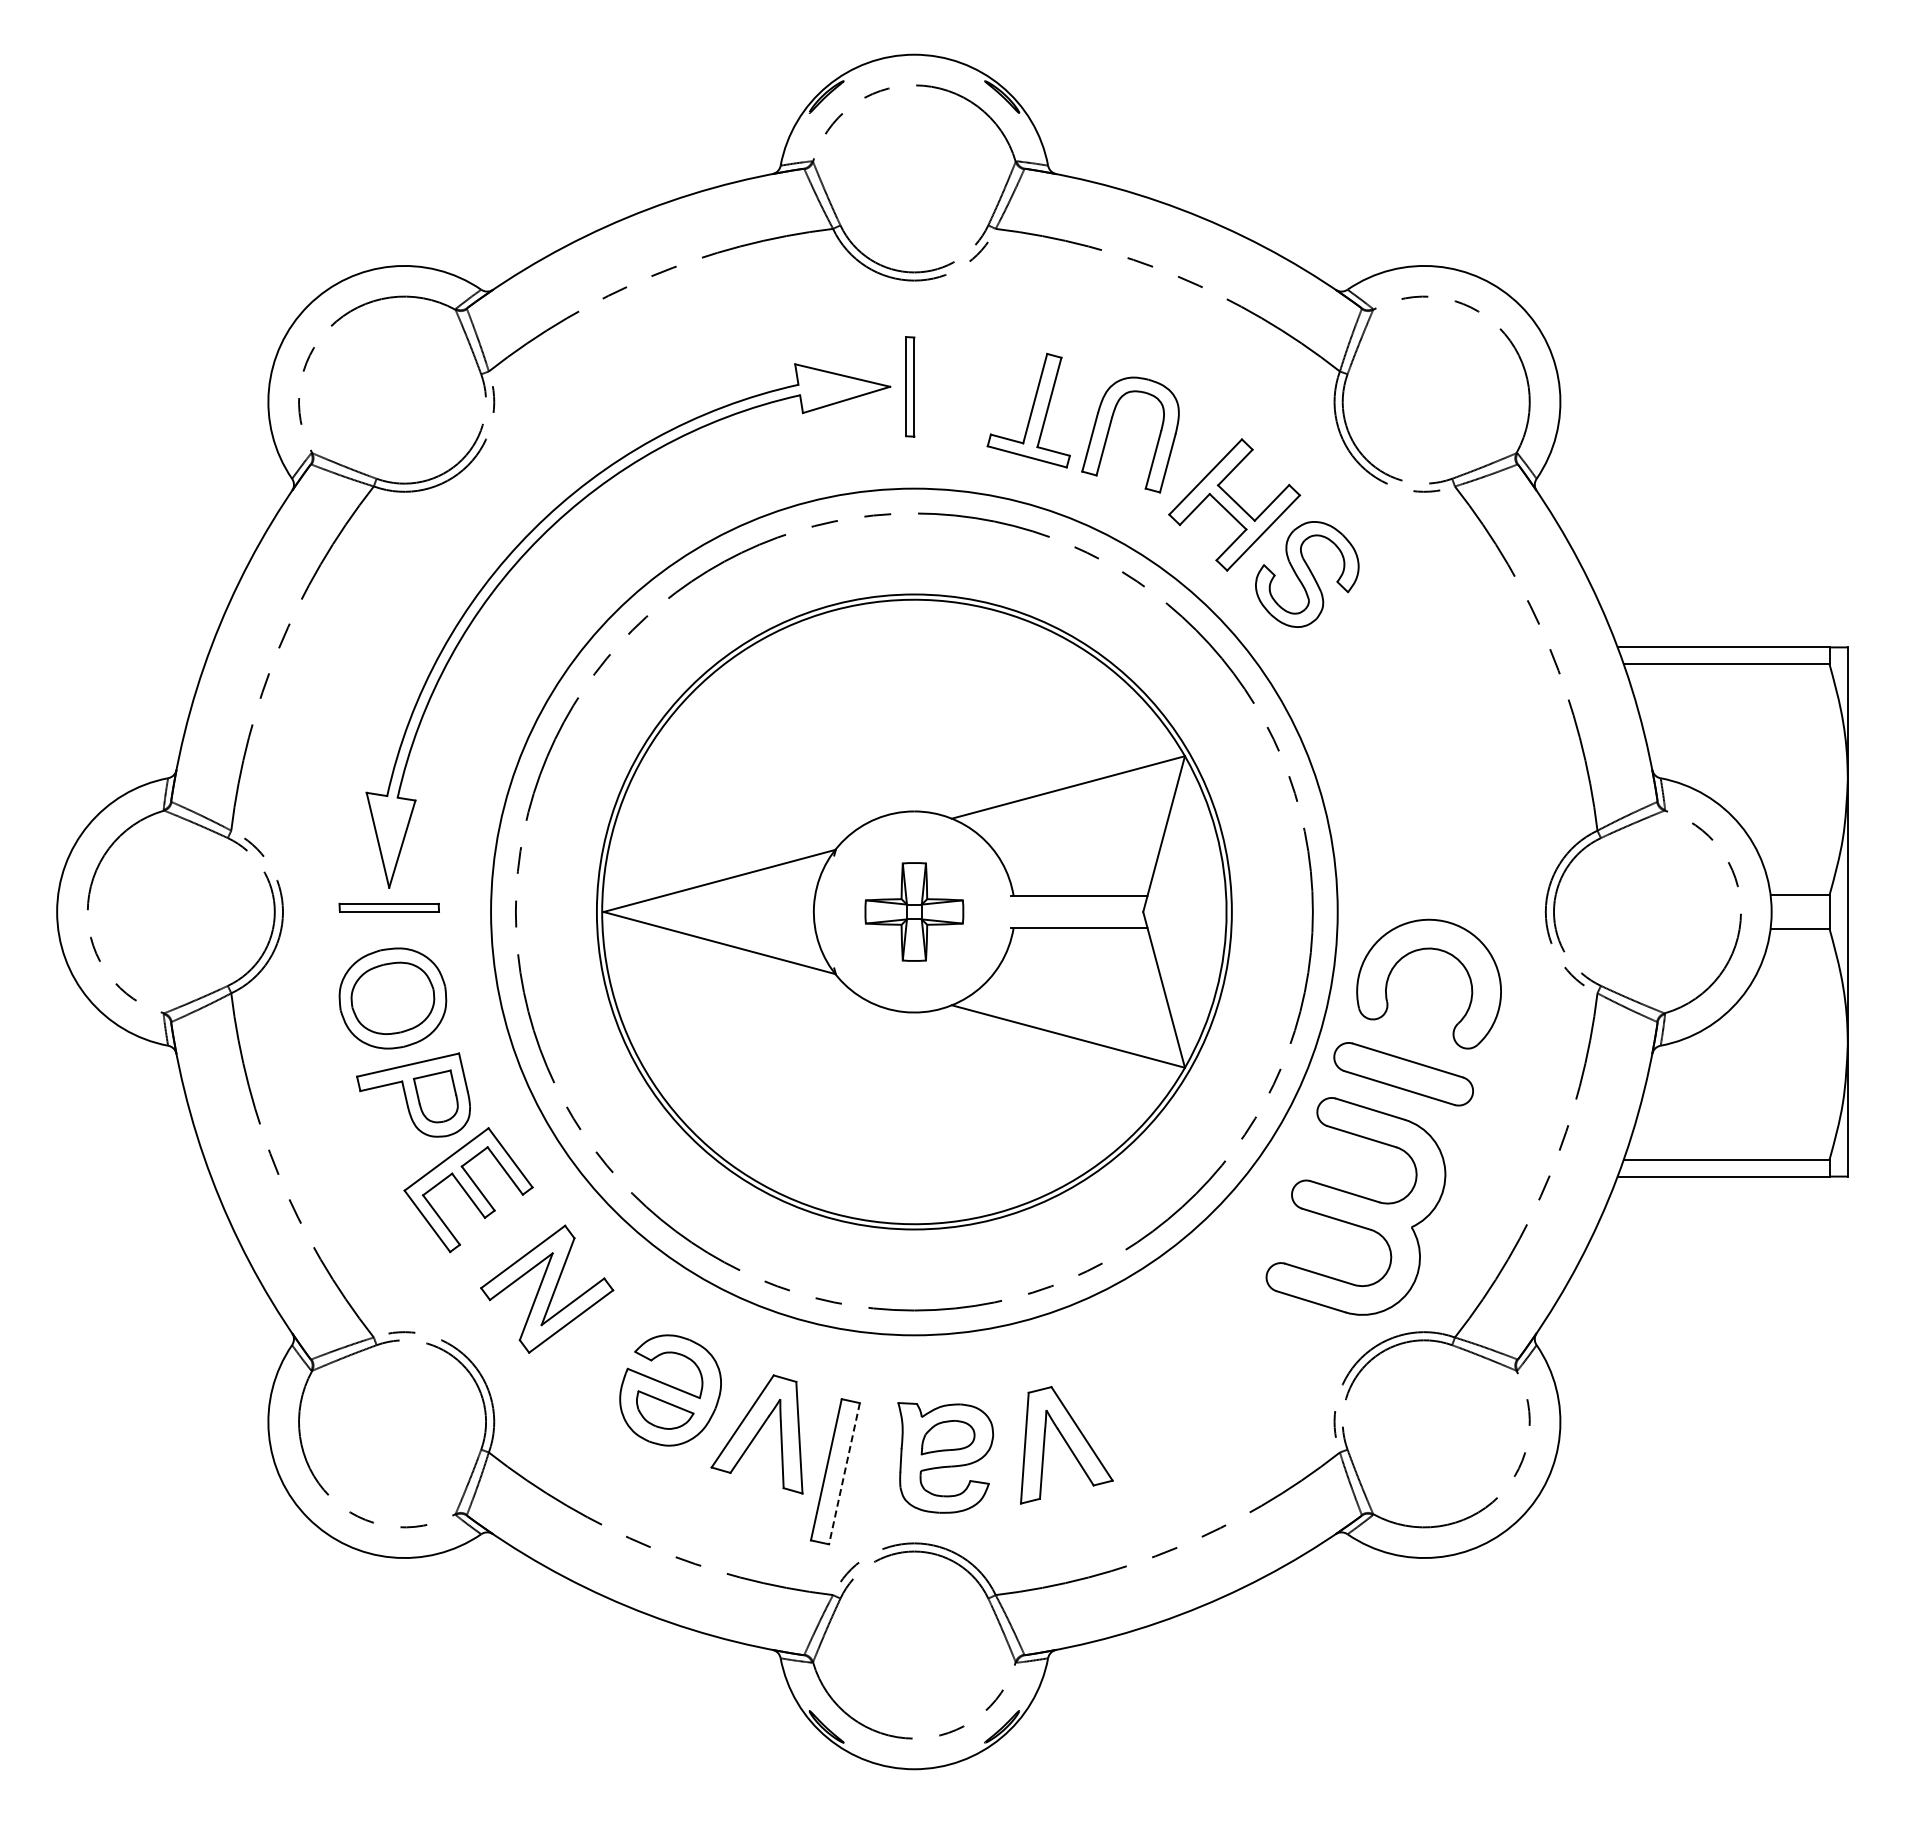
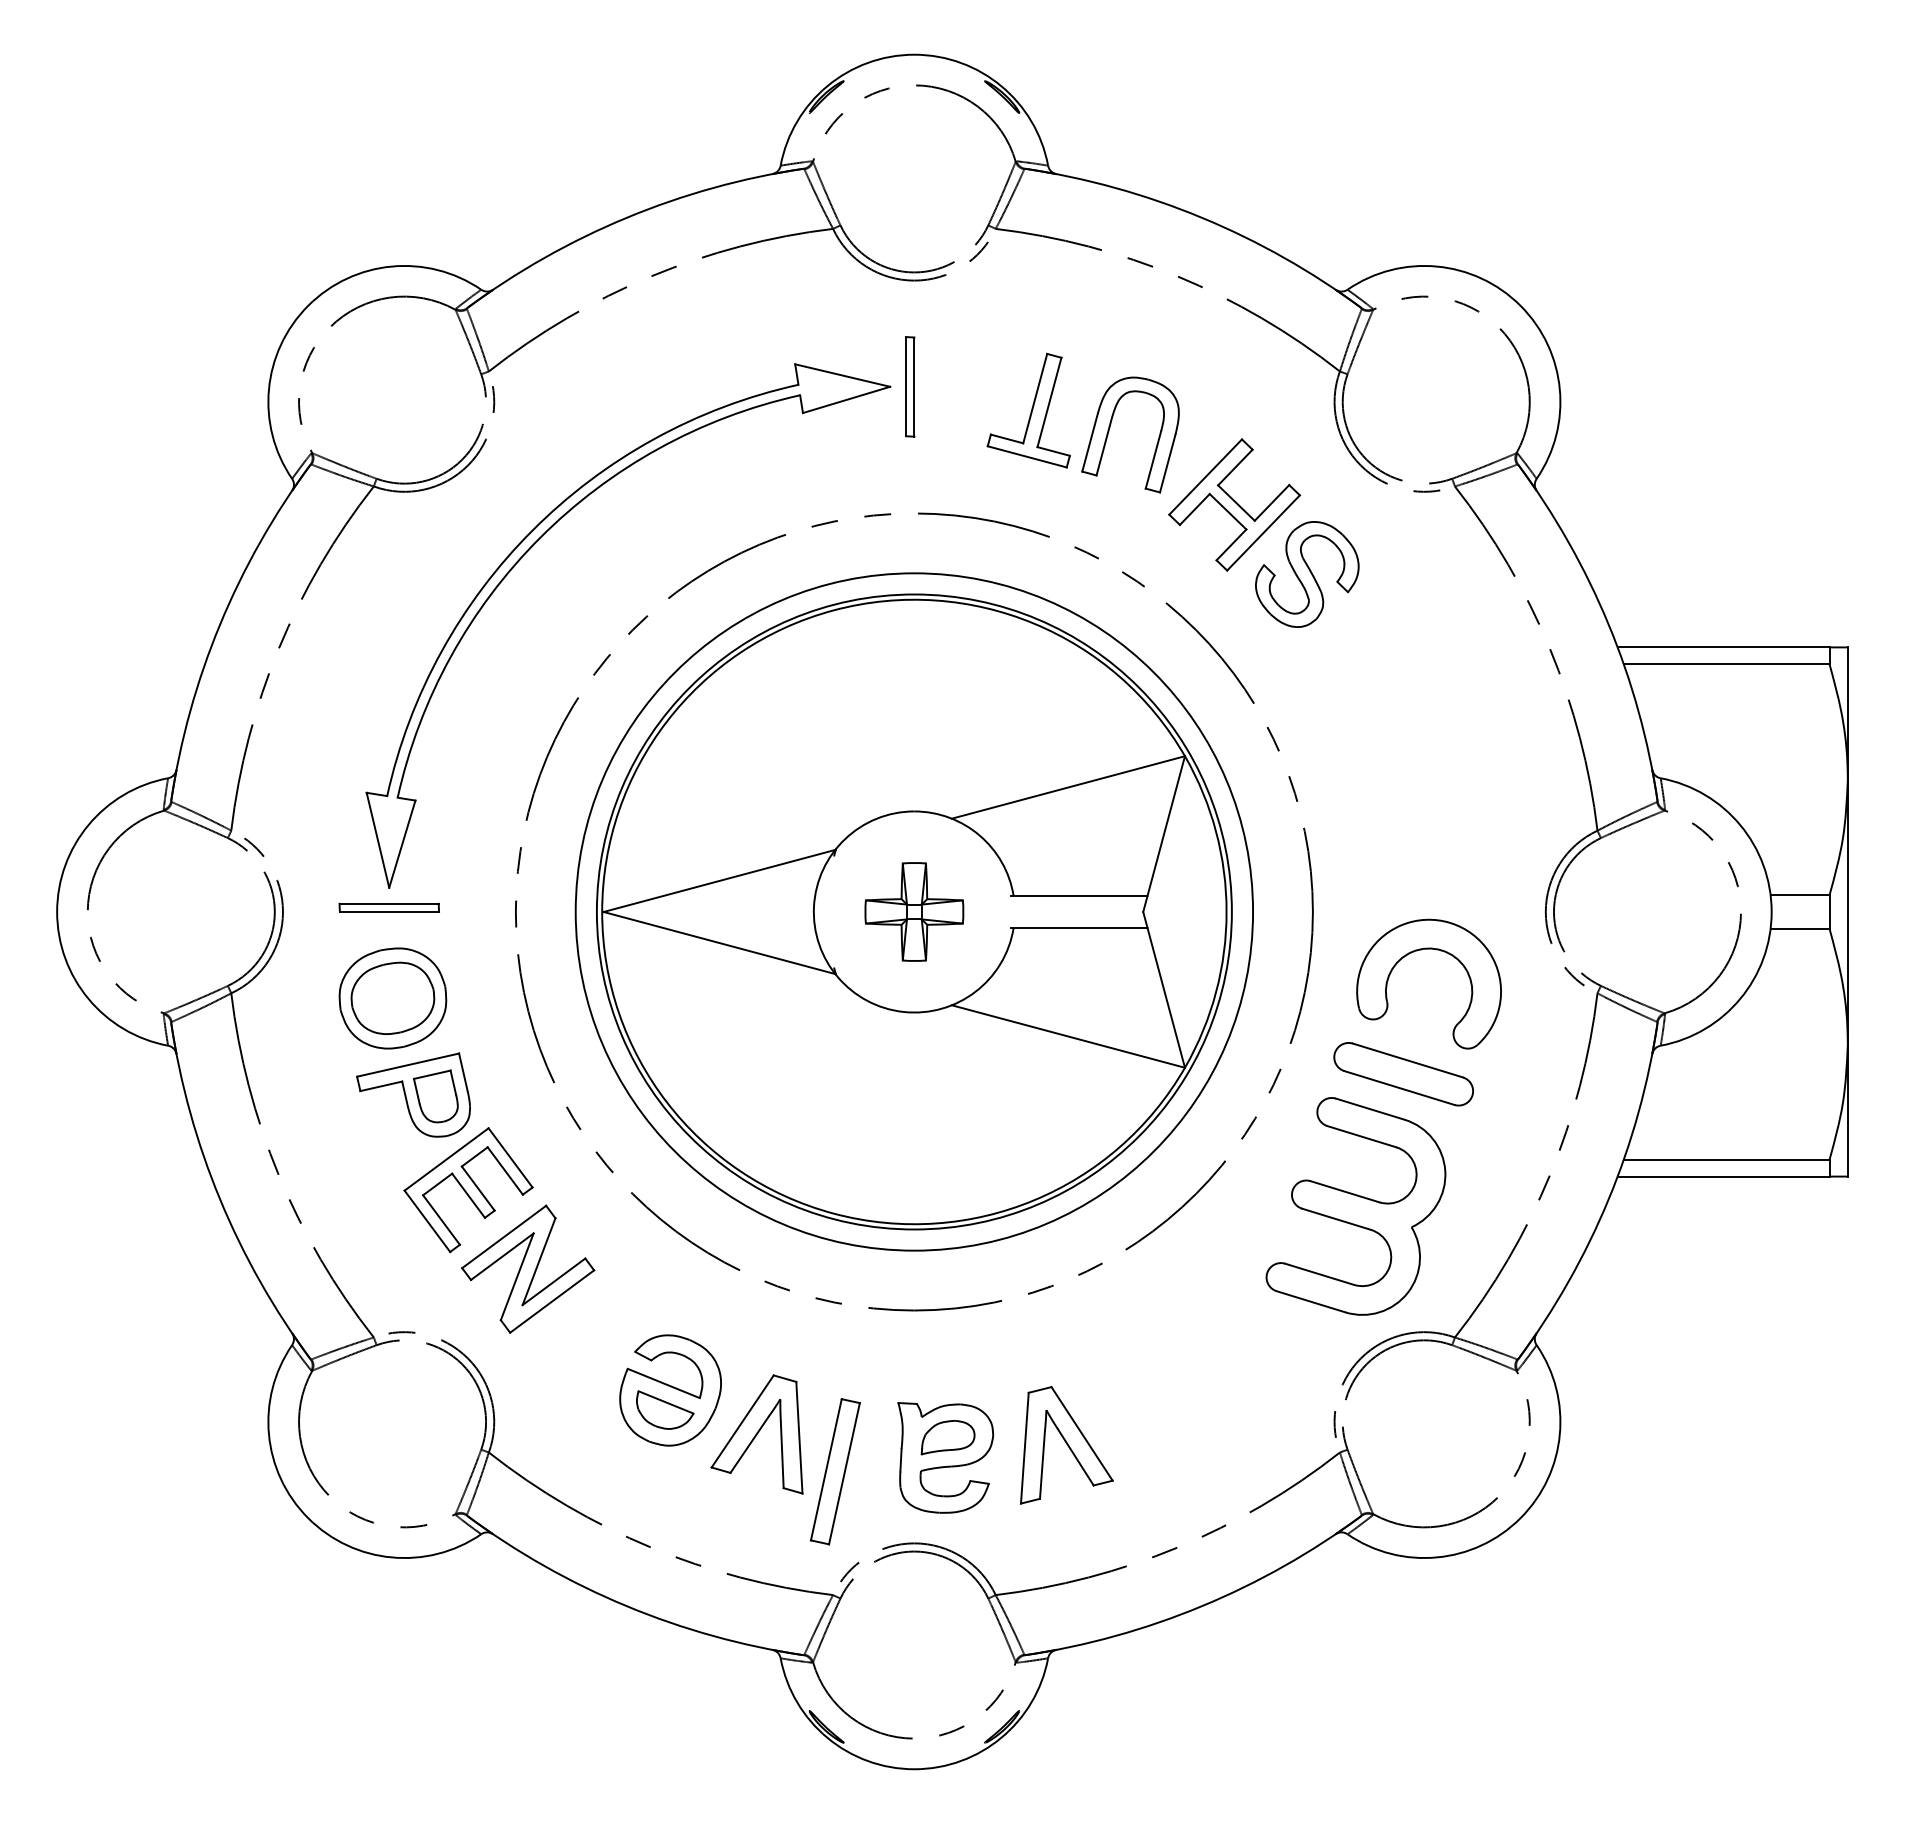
circle at (914, 911) diameter: 847 px -> 677 px
part at (547, 1288) position: (547, 1288) -> (528, 1268)
line at (844, 1474): dashed -> solid
